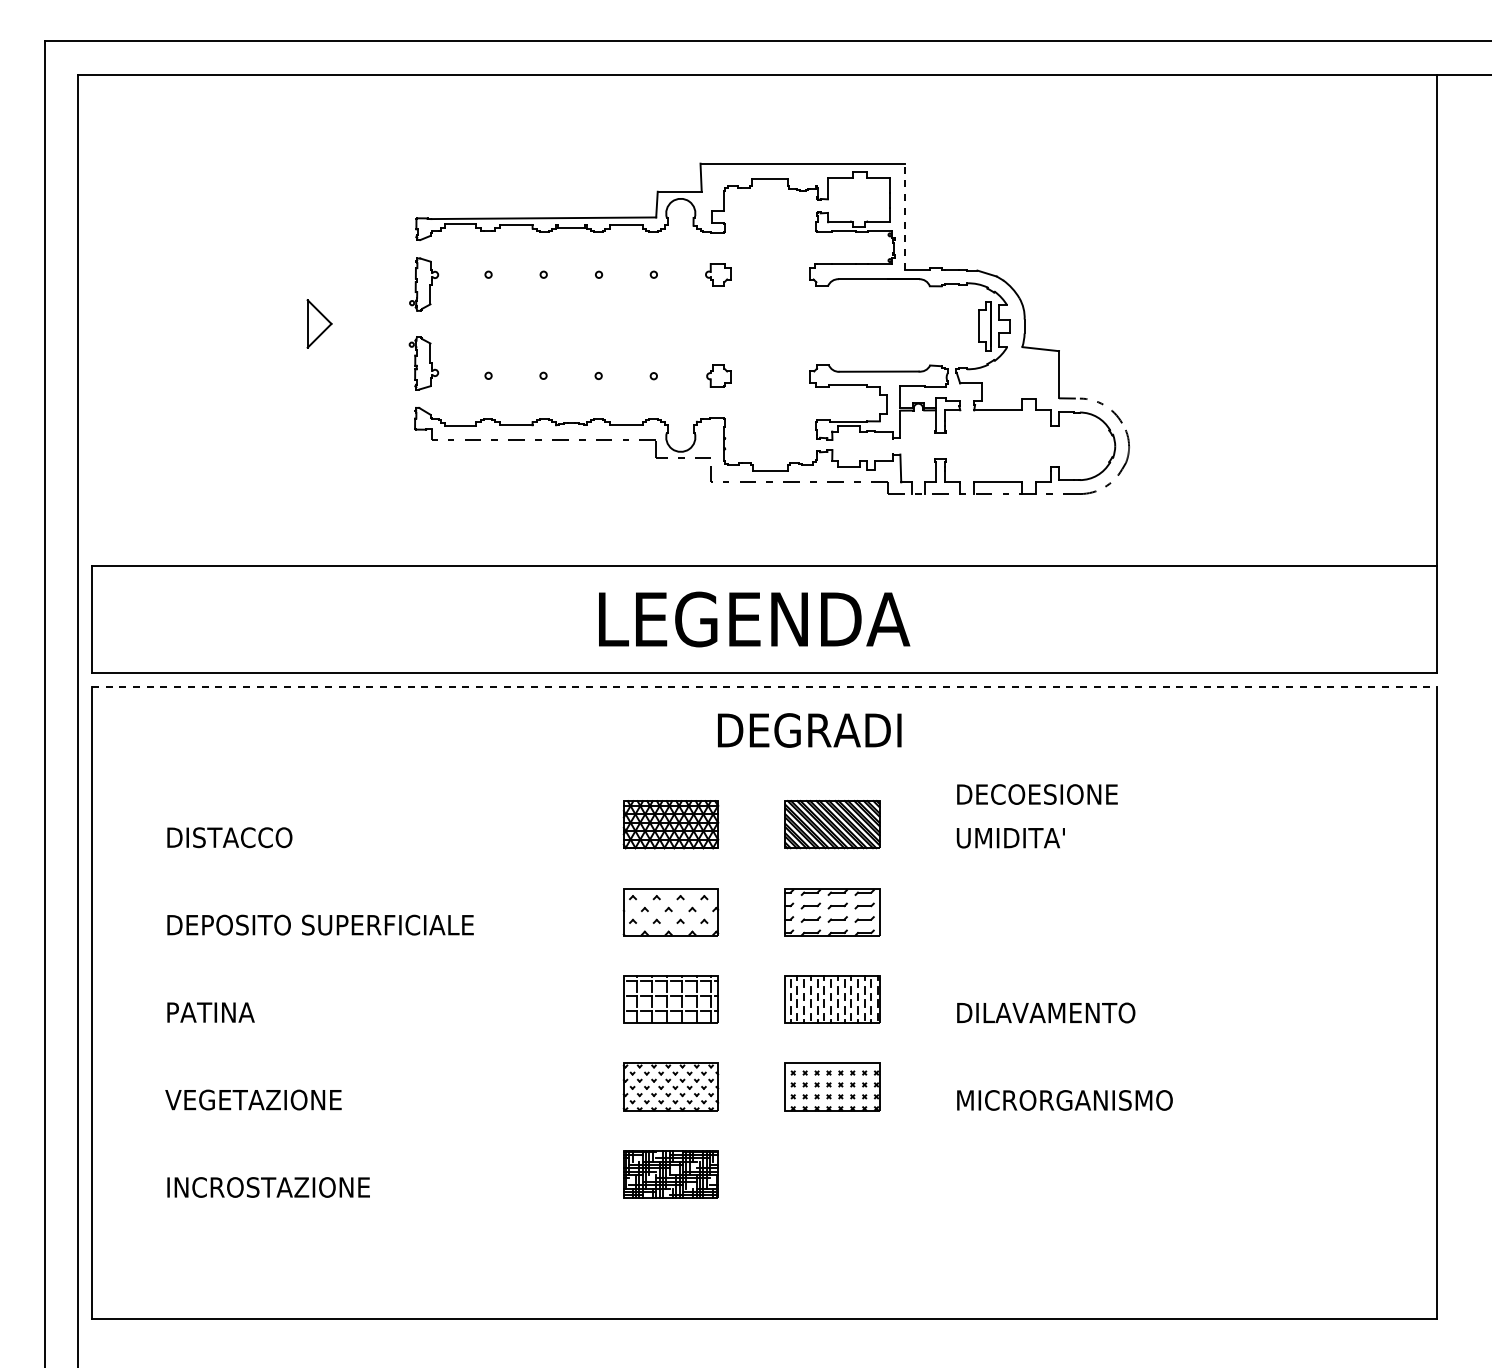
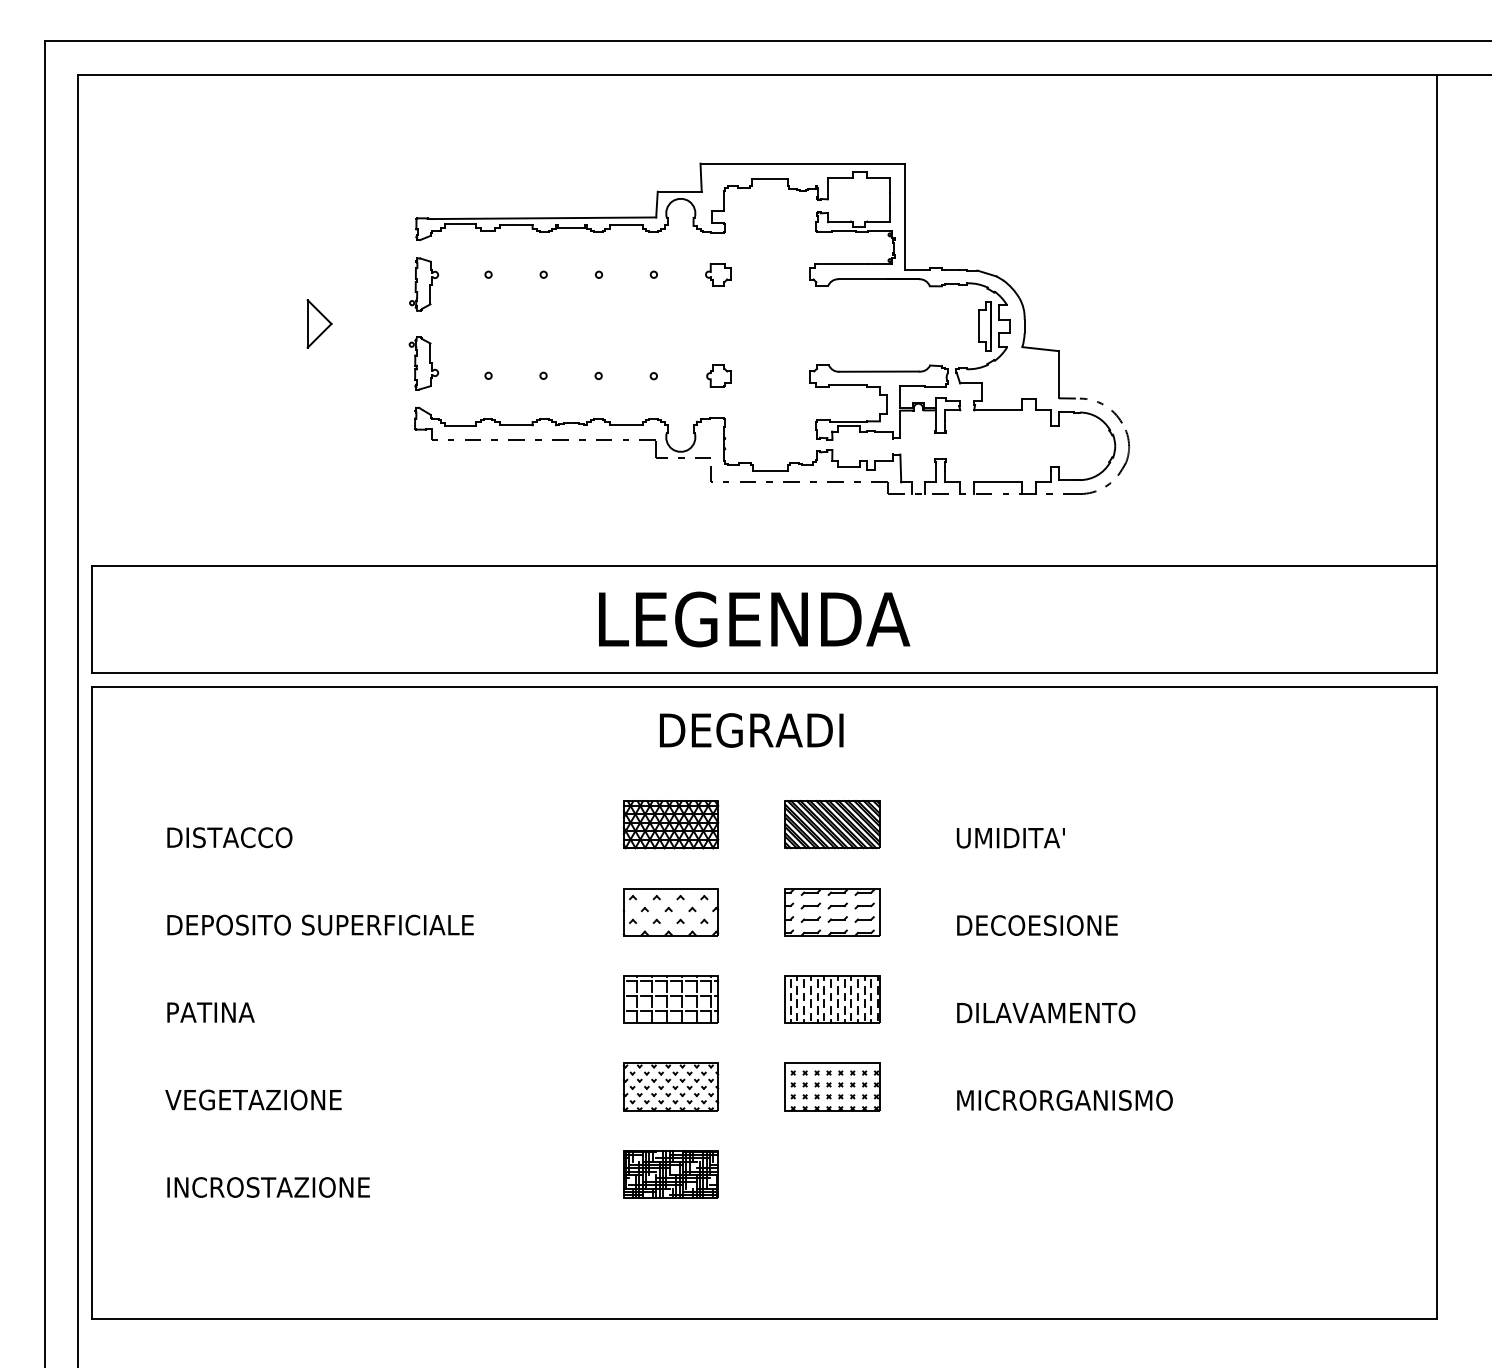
line at (904, 216): dashed -> solid
line at (764, 686): dashed -> solid
text at (809, 730) position: (809, 730) -> (751, 730)
text at (1037, 794) position: (1037, 794) -> (1037, 925)
